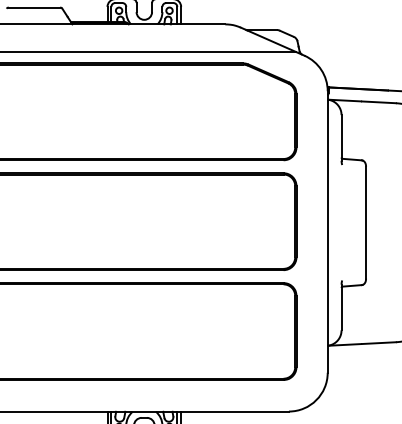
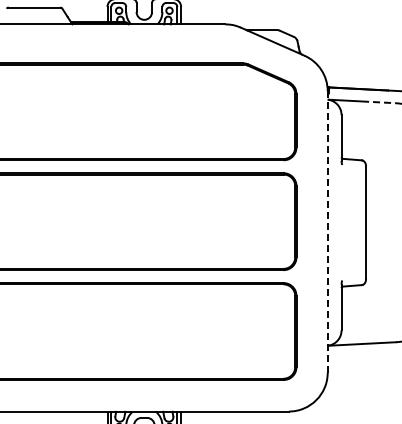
line at (148, 51): present -> none
line at (379, 102): solid -> dashed
line at (327, 232): solid -> dashed
